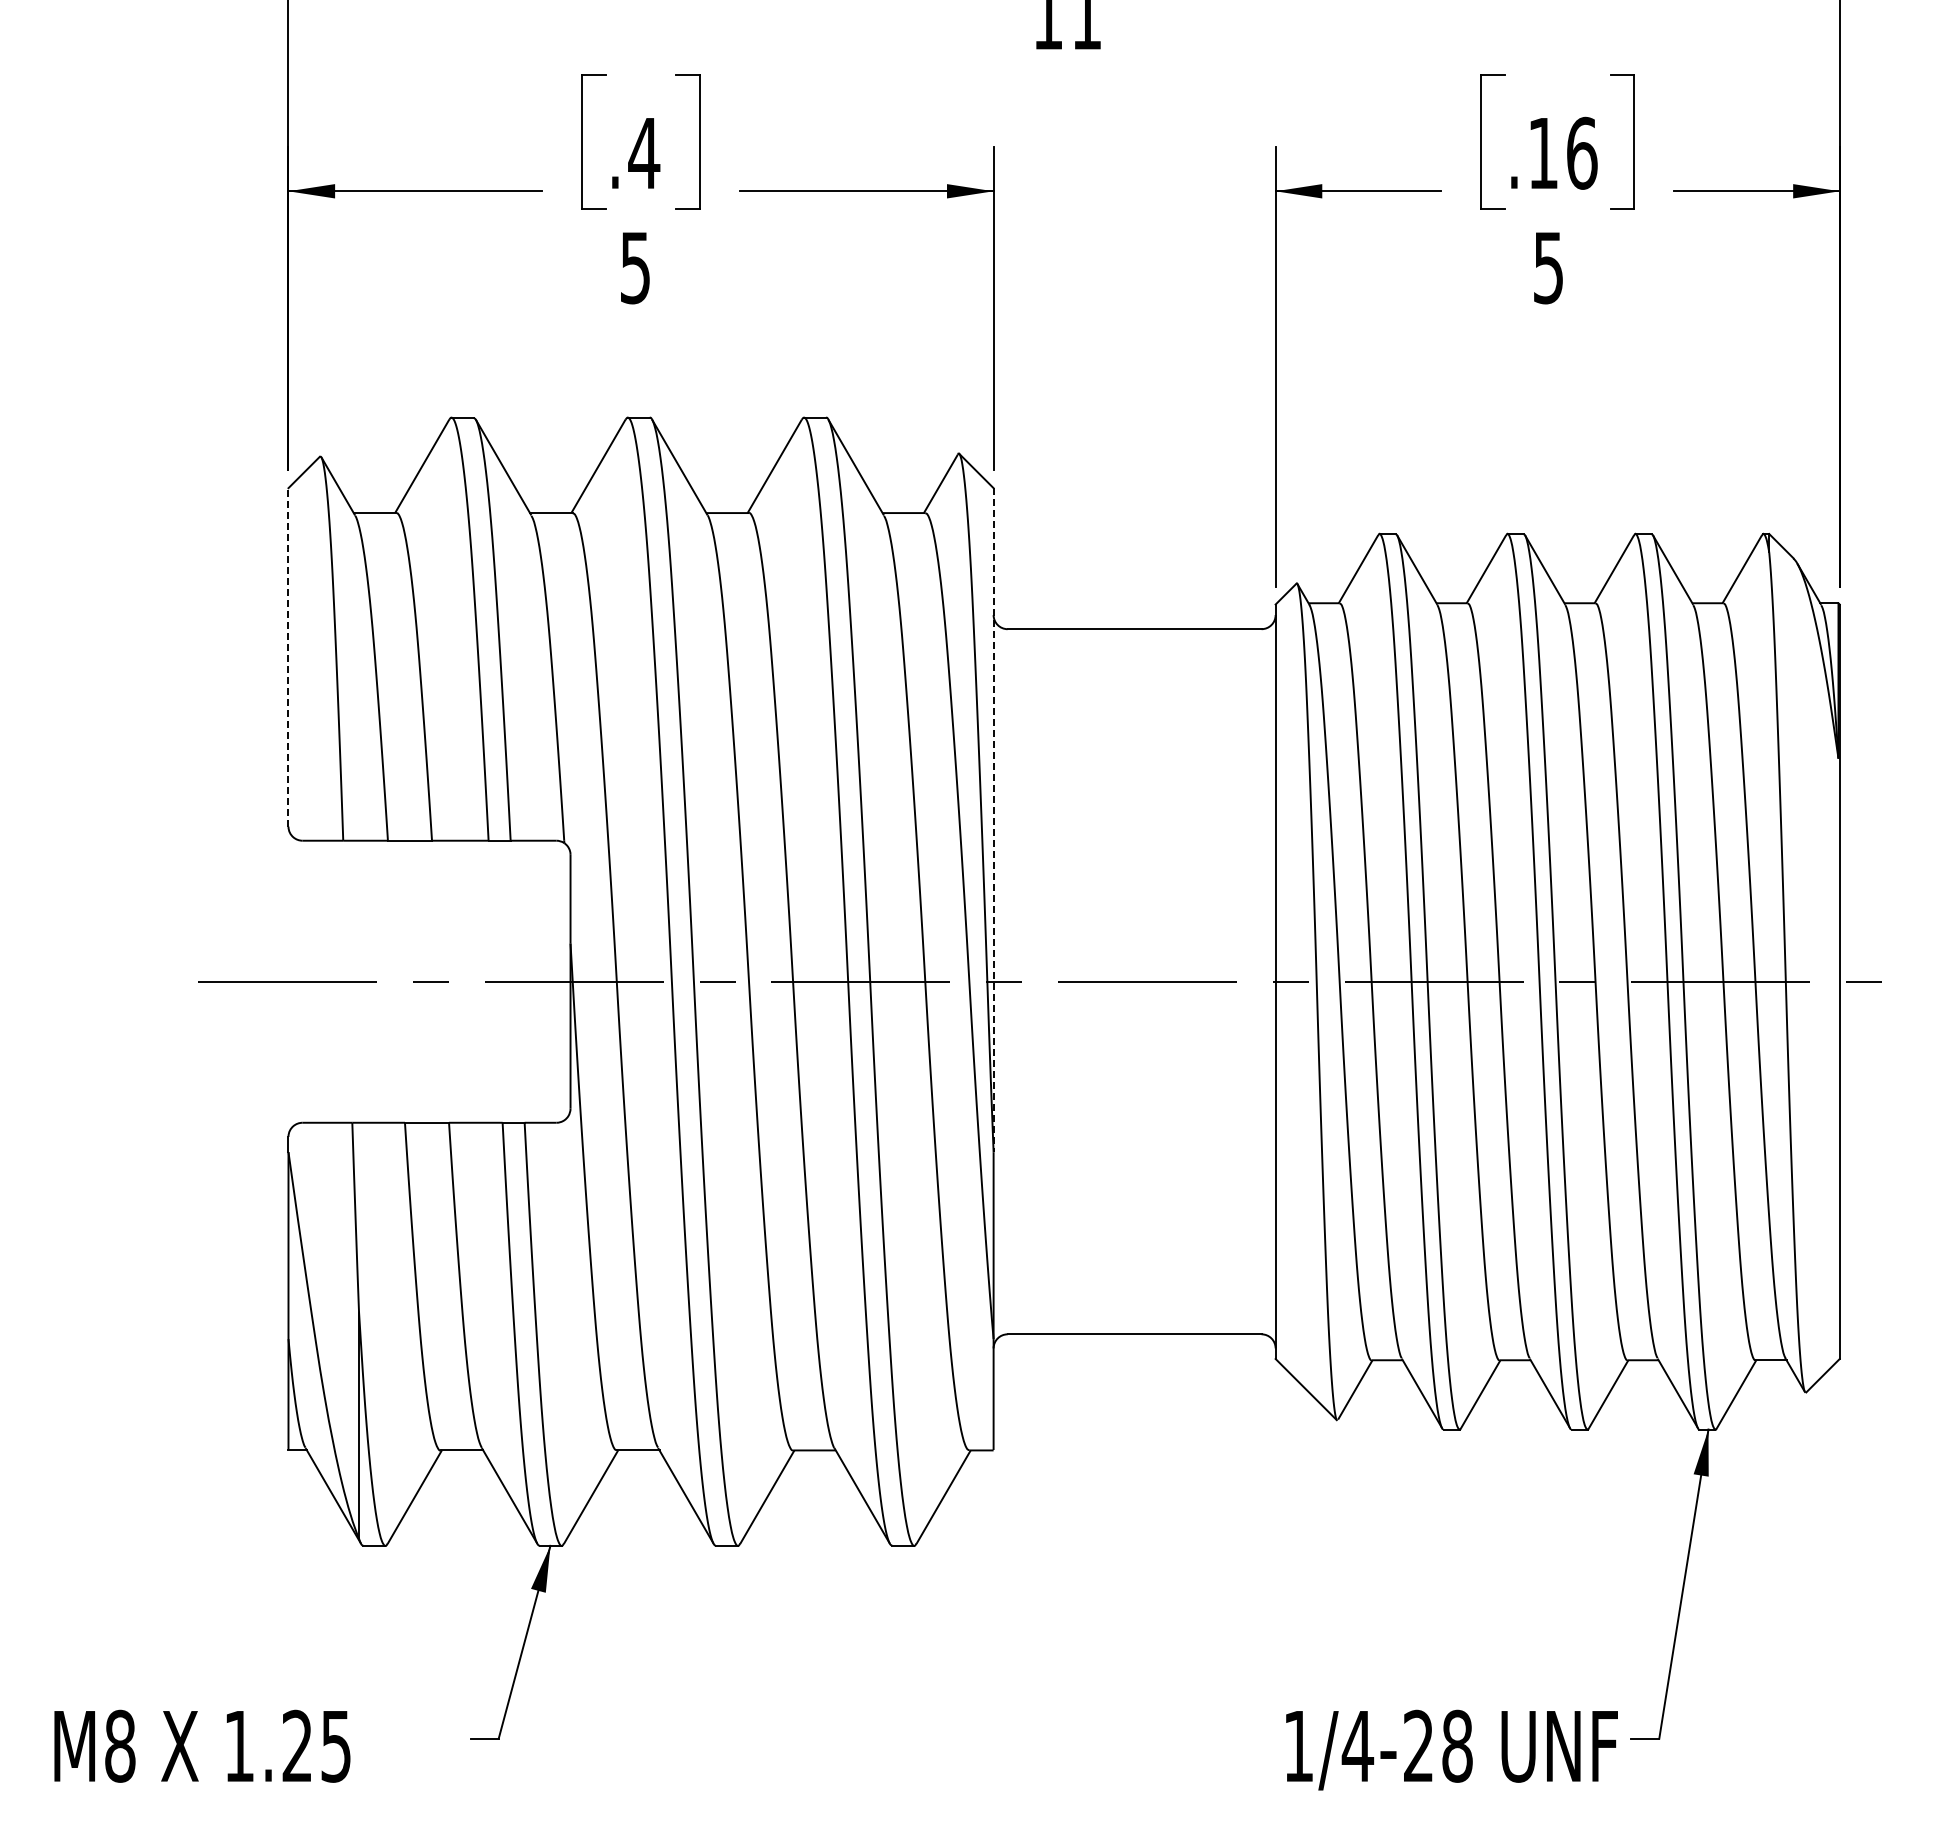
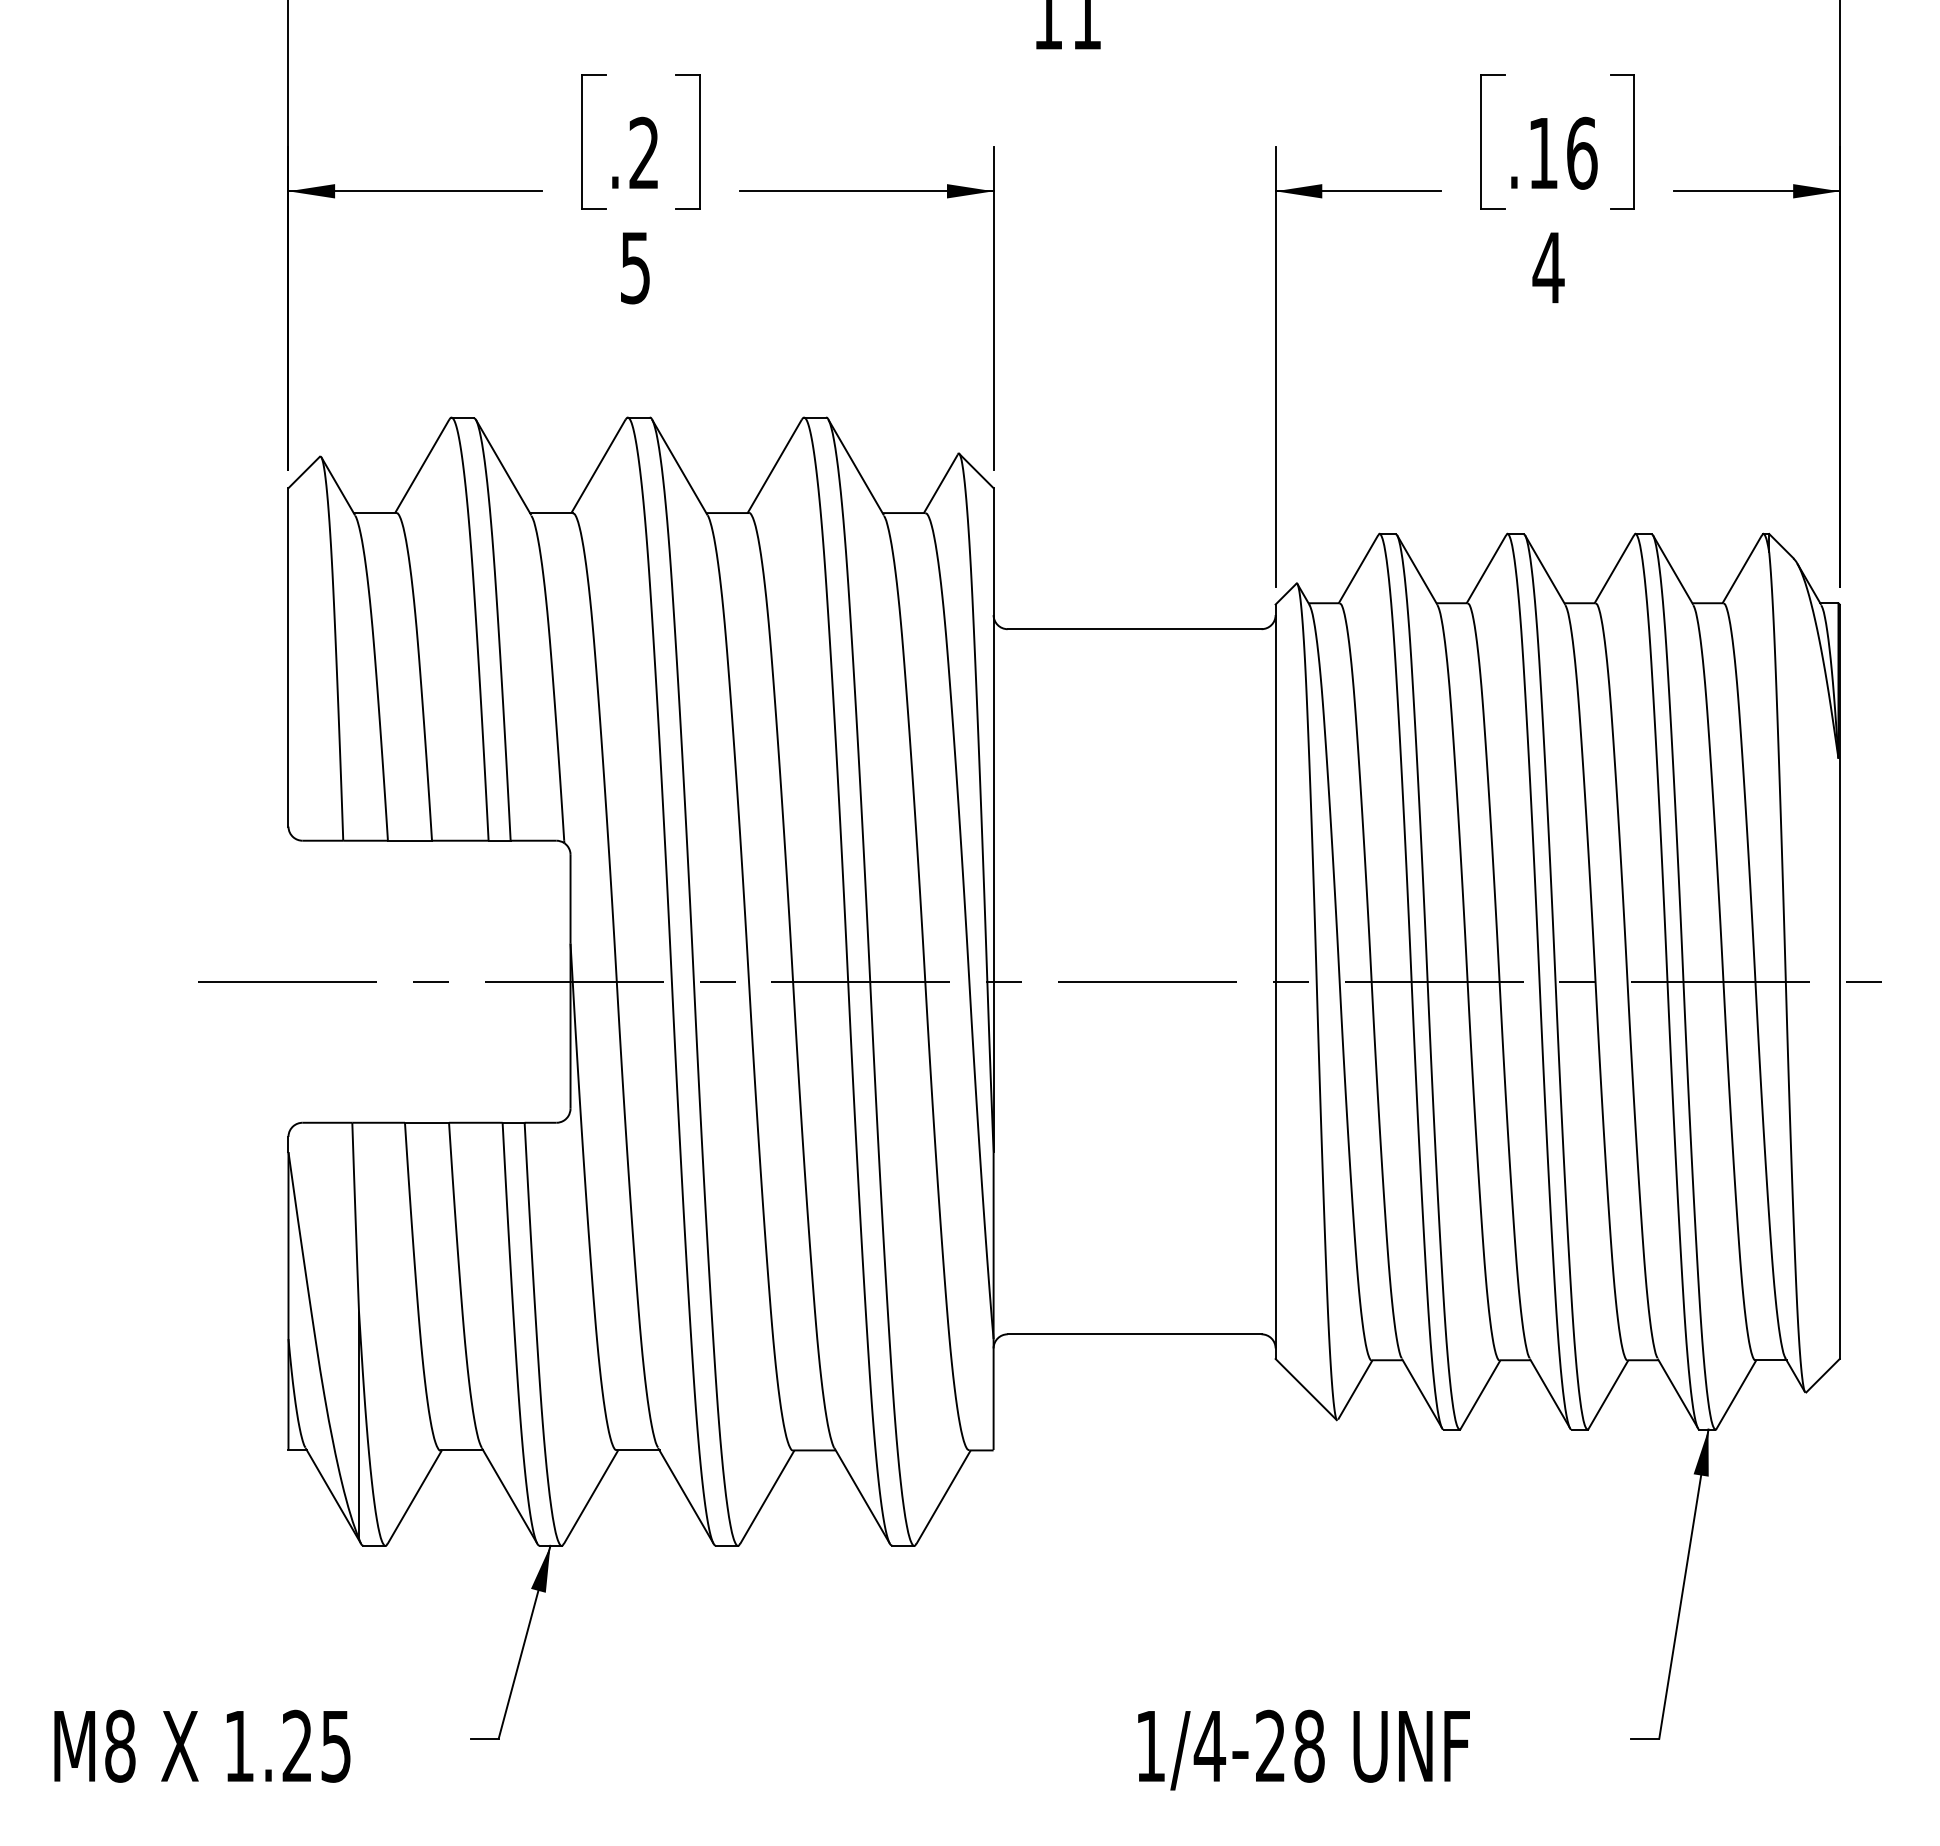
text at (644, 152): .4 -> .2
text at (1548, 268): 5 -> 4
line at (288, 656): dashed -> solid
line at (993, 820): dashed -> solid
text at (1451, 1749) position: (1451, 1749) -> (1303, 1749)
